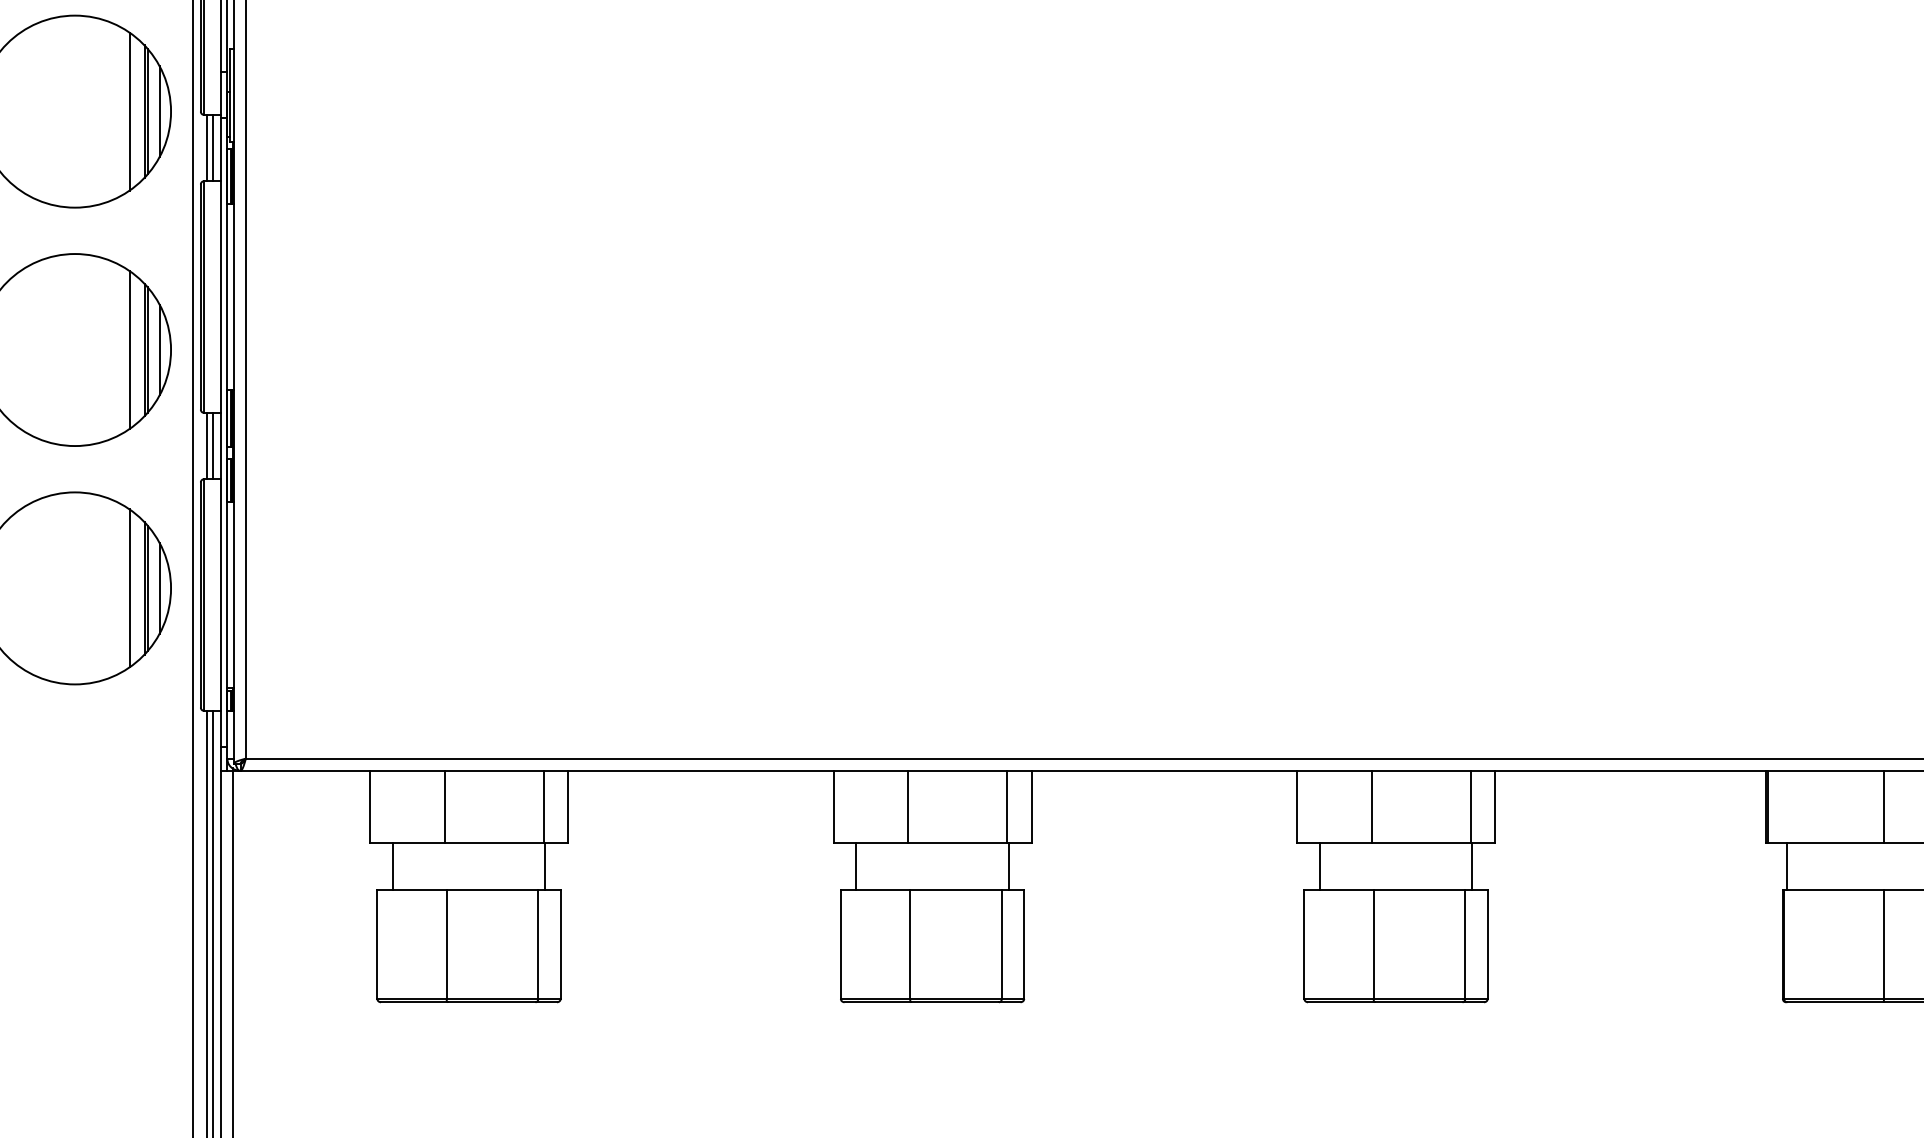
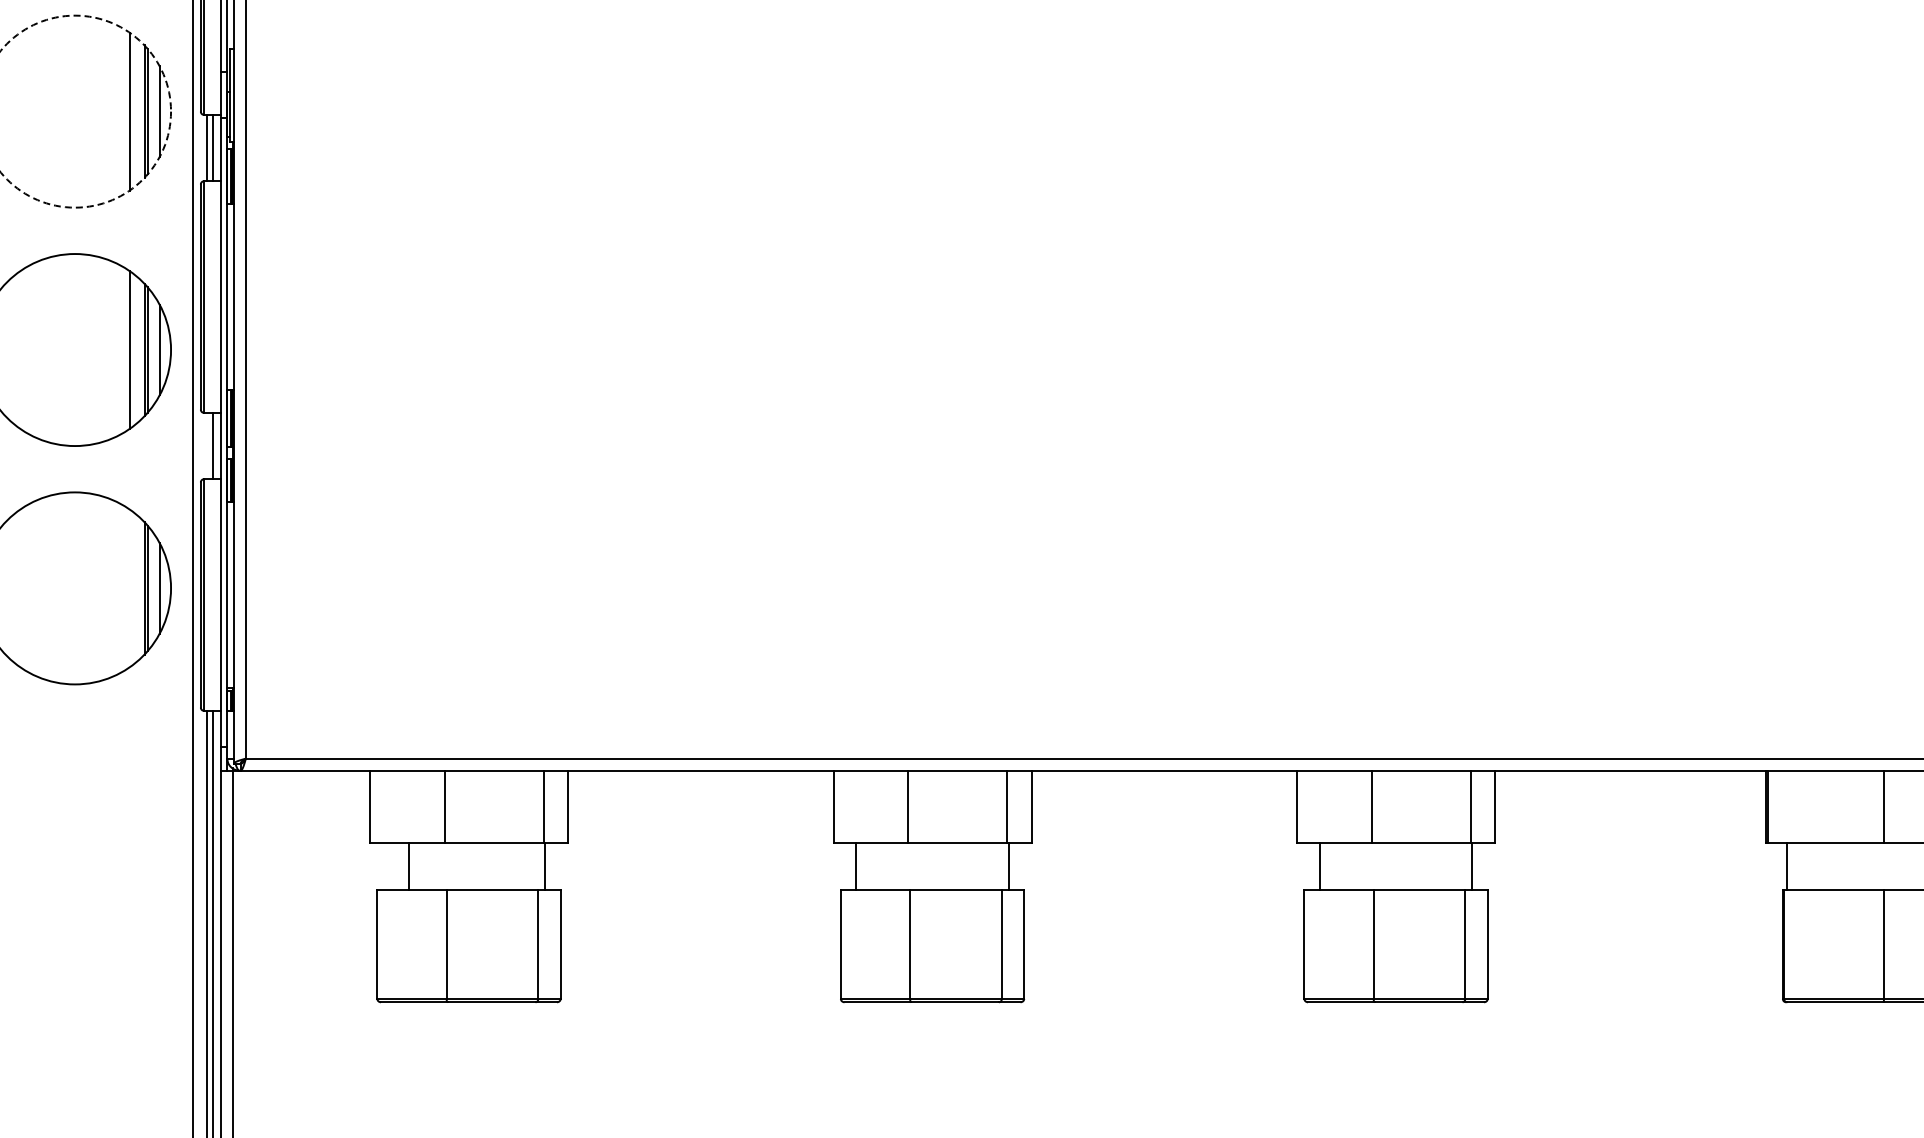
circle at (85, 111): solid -> dashed
line at (207, 445): present -> none
line at (129, 588): present -> none
line at (392, 866) position: (392, 866) -> (408, 866)
